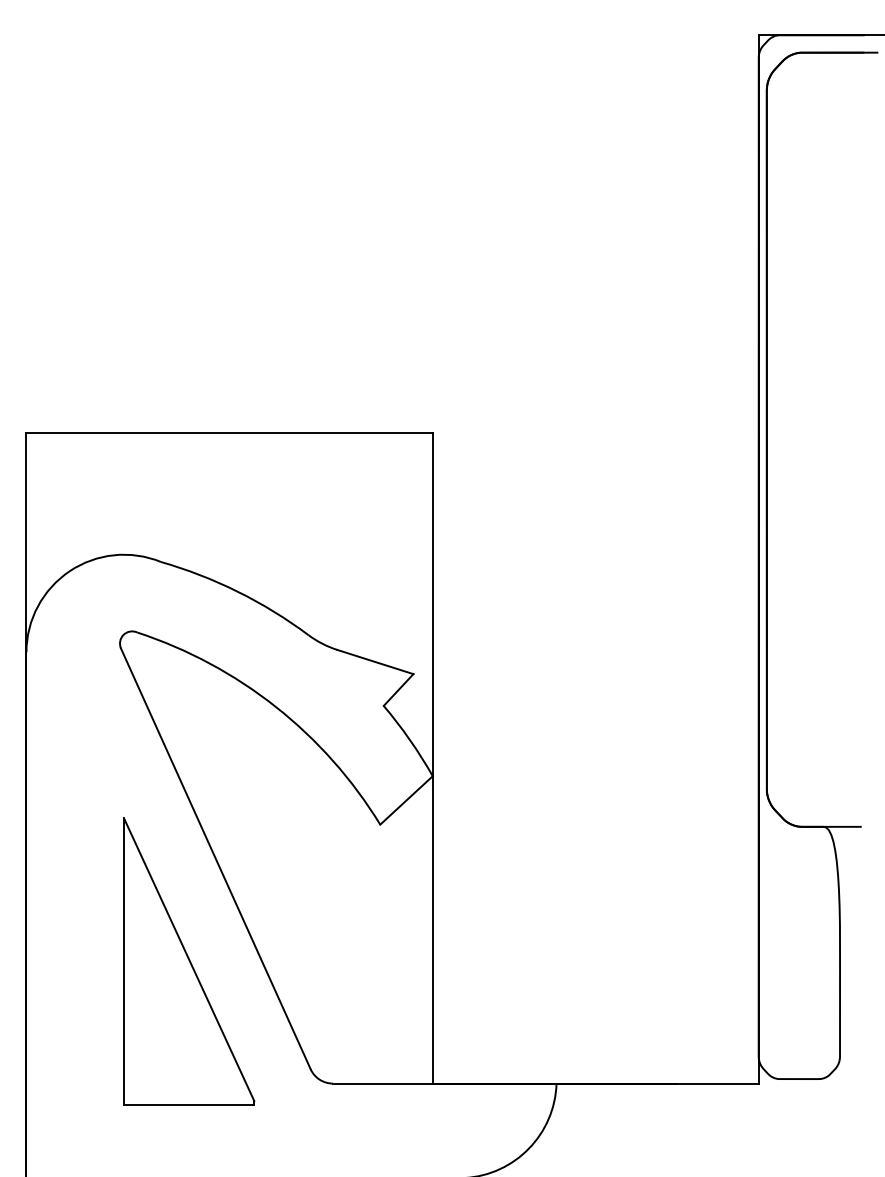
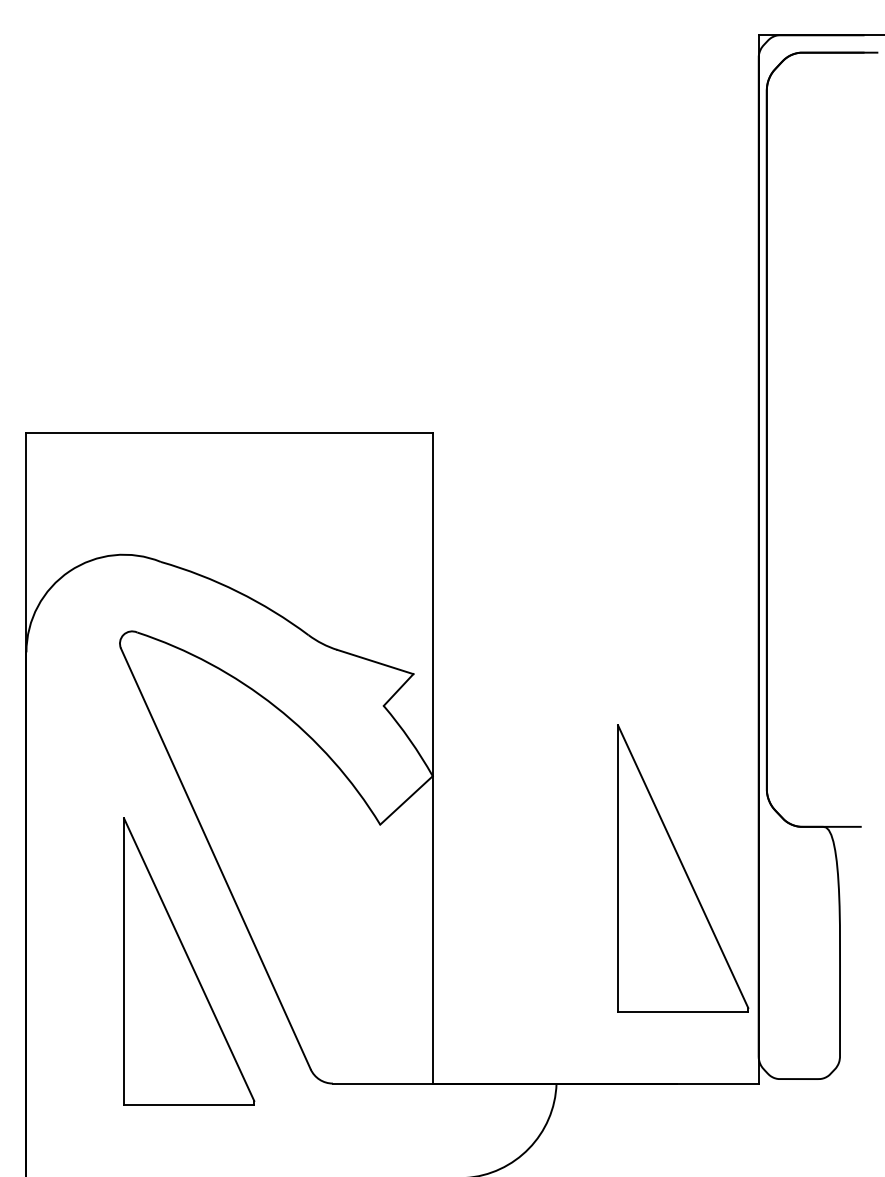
part at (683, 868): none -> present
